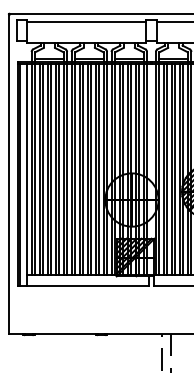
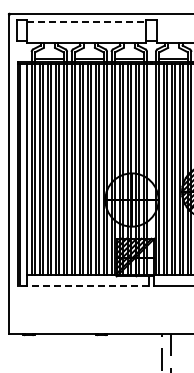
line at (87, 22): solid -> dashed
line at (173, 22): present -> none
line at (83, 285): solid -> dashed
